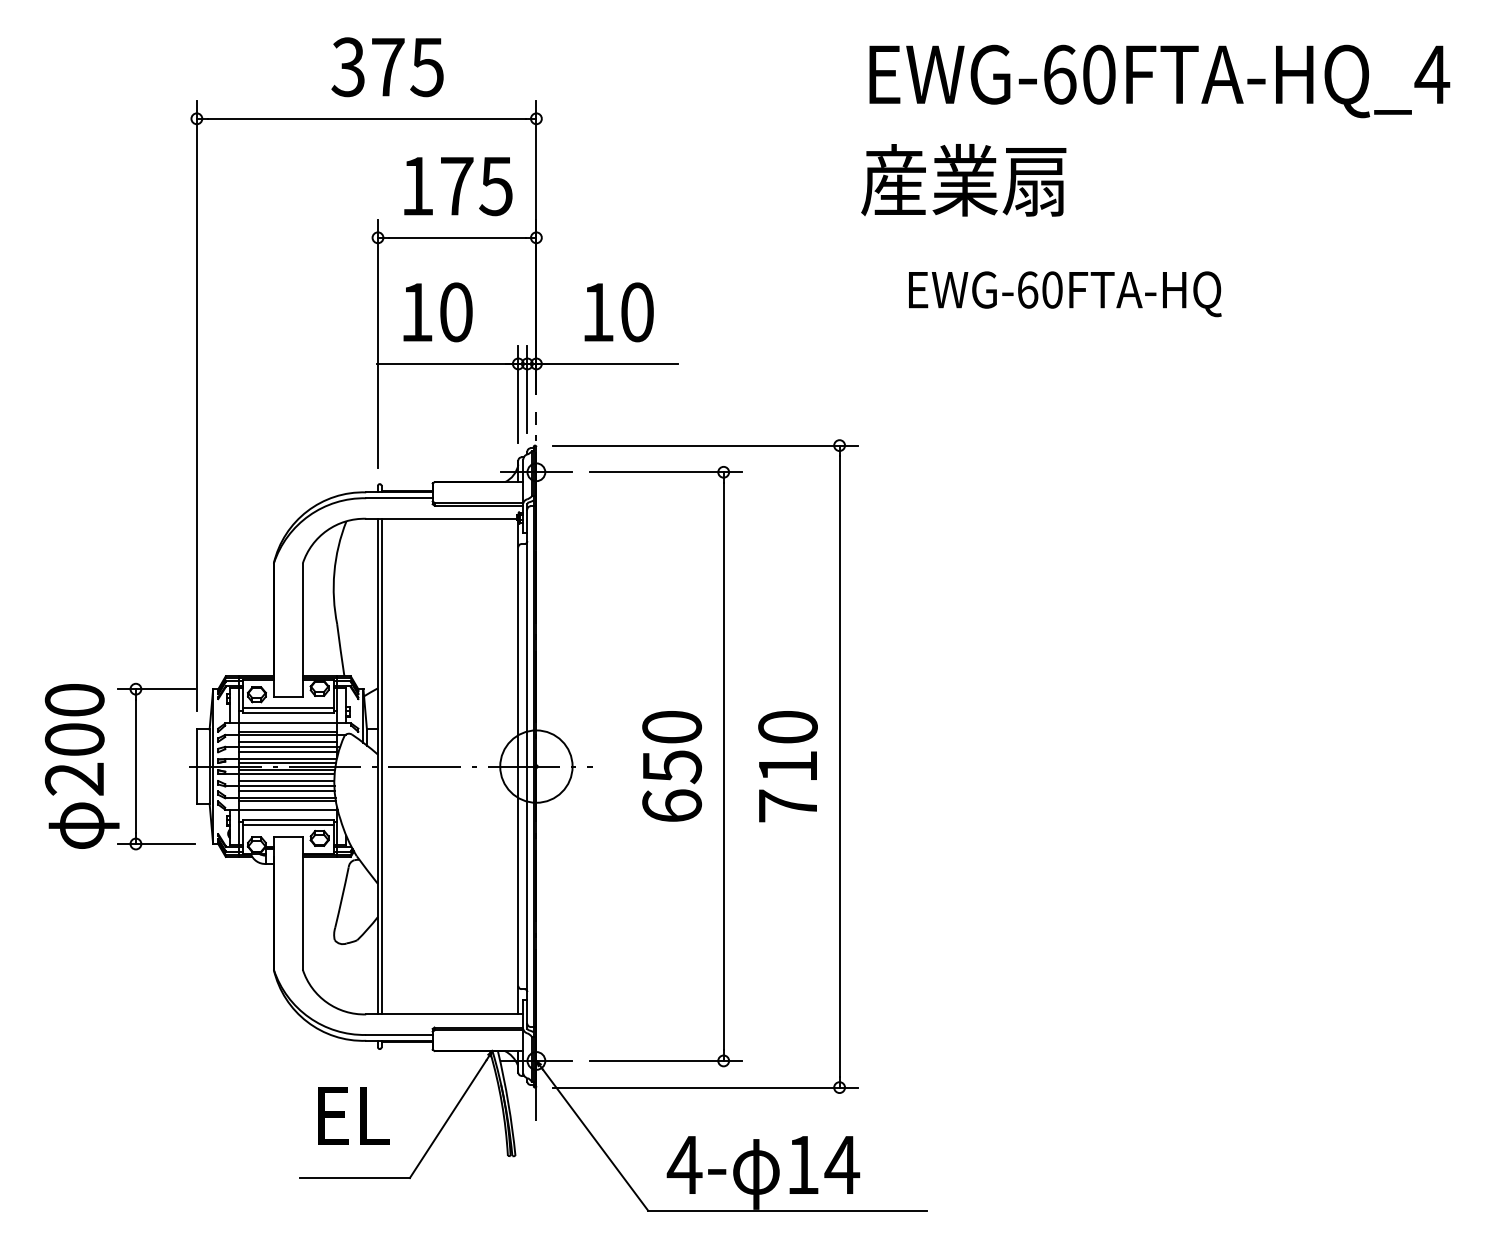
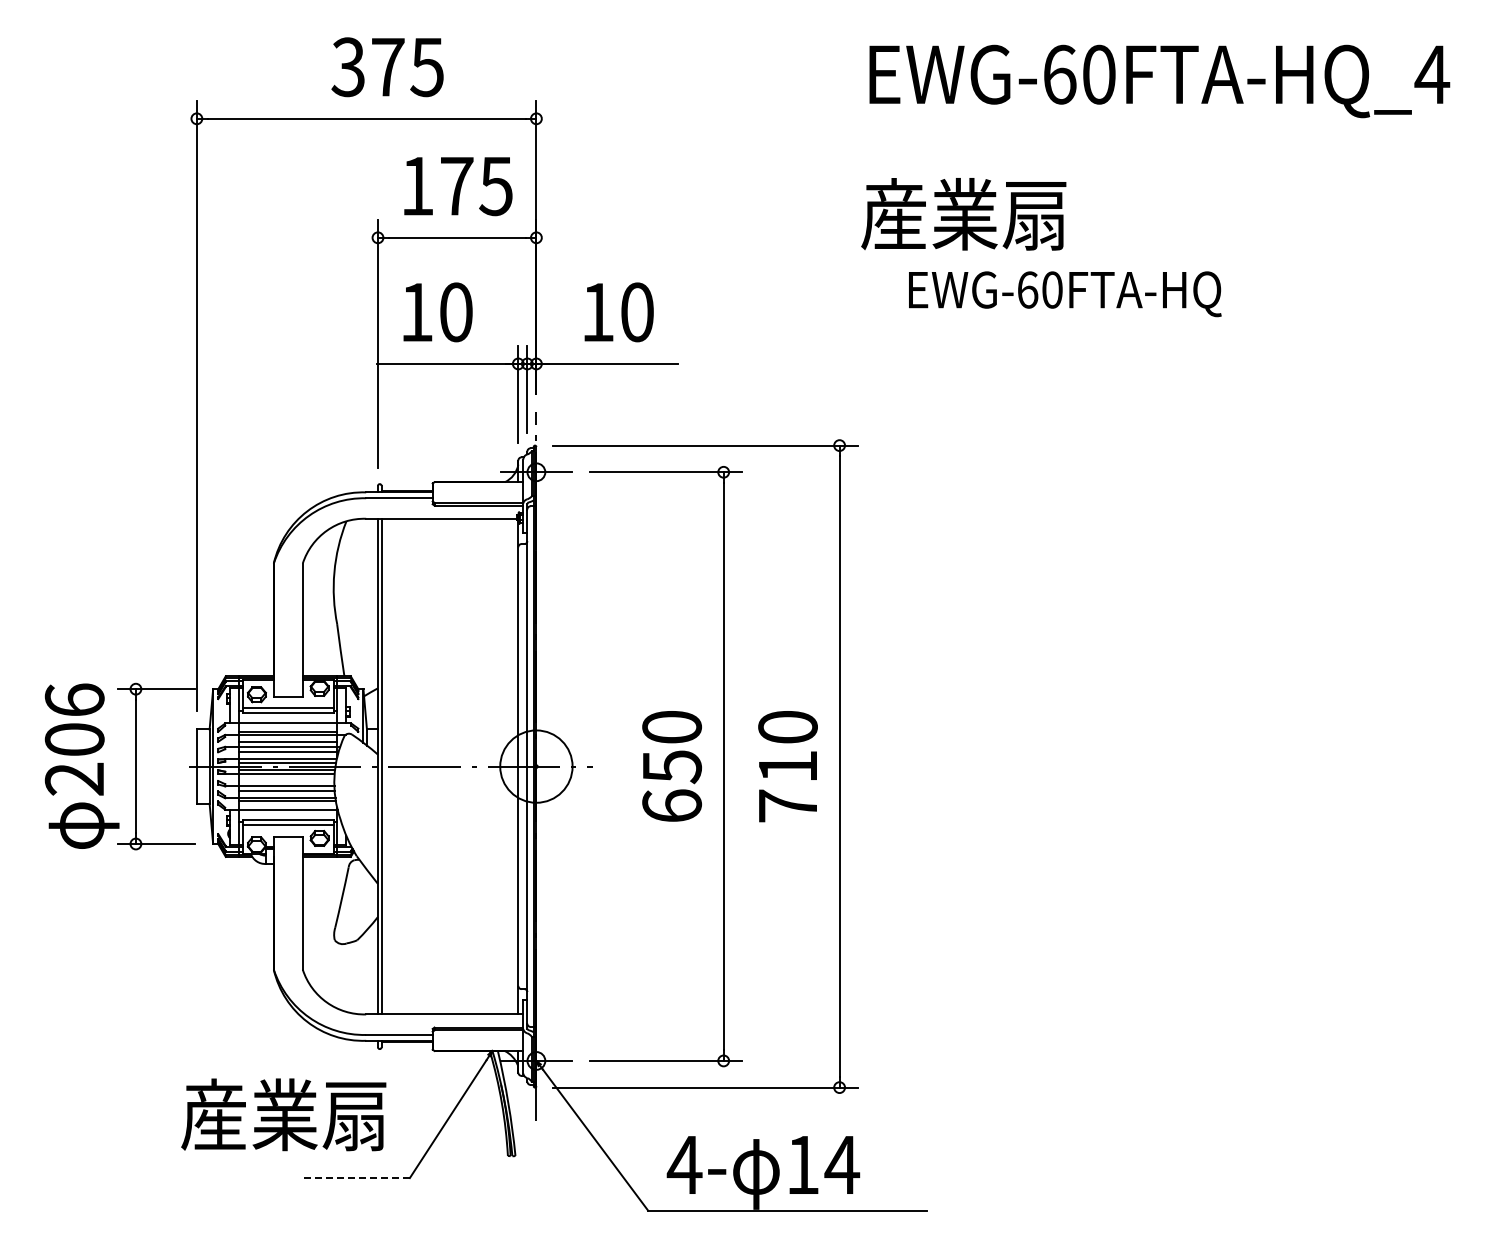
text at (963, 180) position: (963, 180) -> (963, 214)
text at (74, 699): 200 -> 206
line at (286, 780): present -> none
text at (285, 1114): EL -> 産業扇
line at (354, 1178): solid -> dashed
